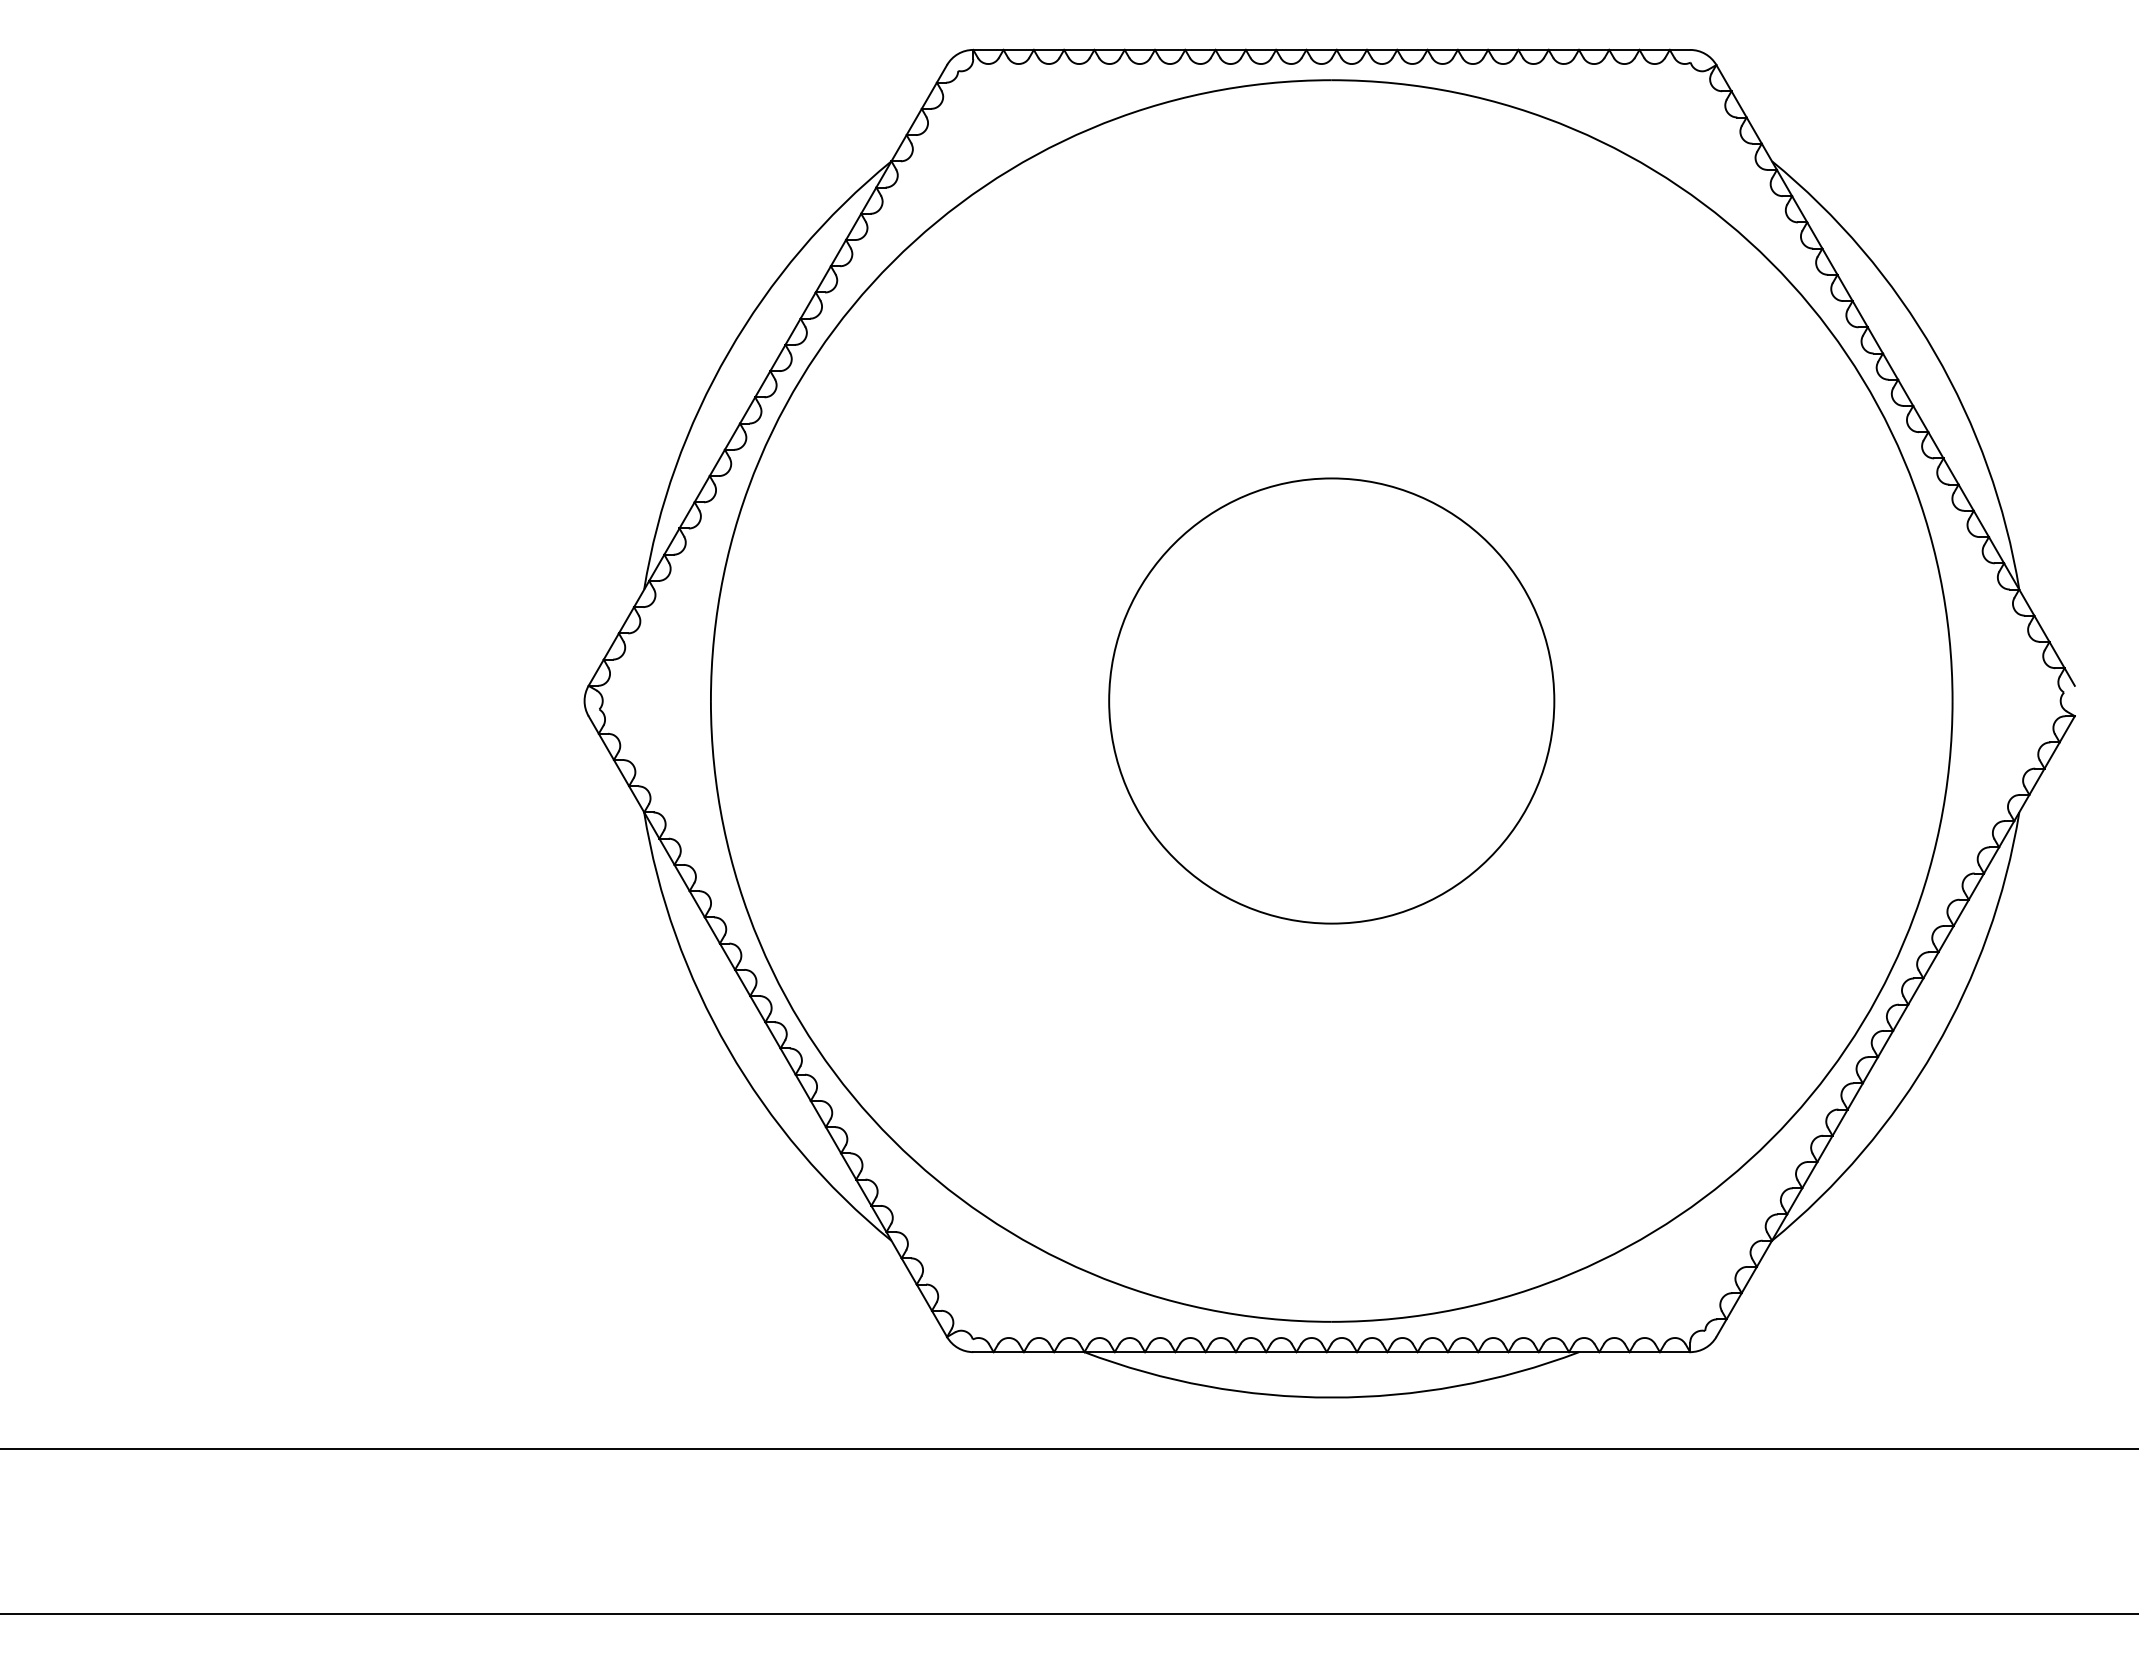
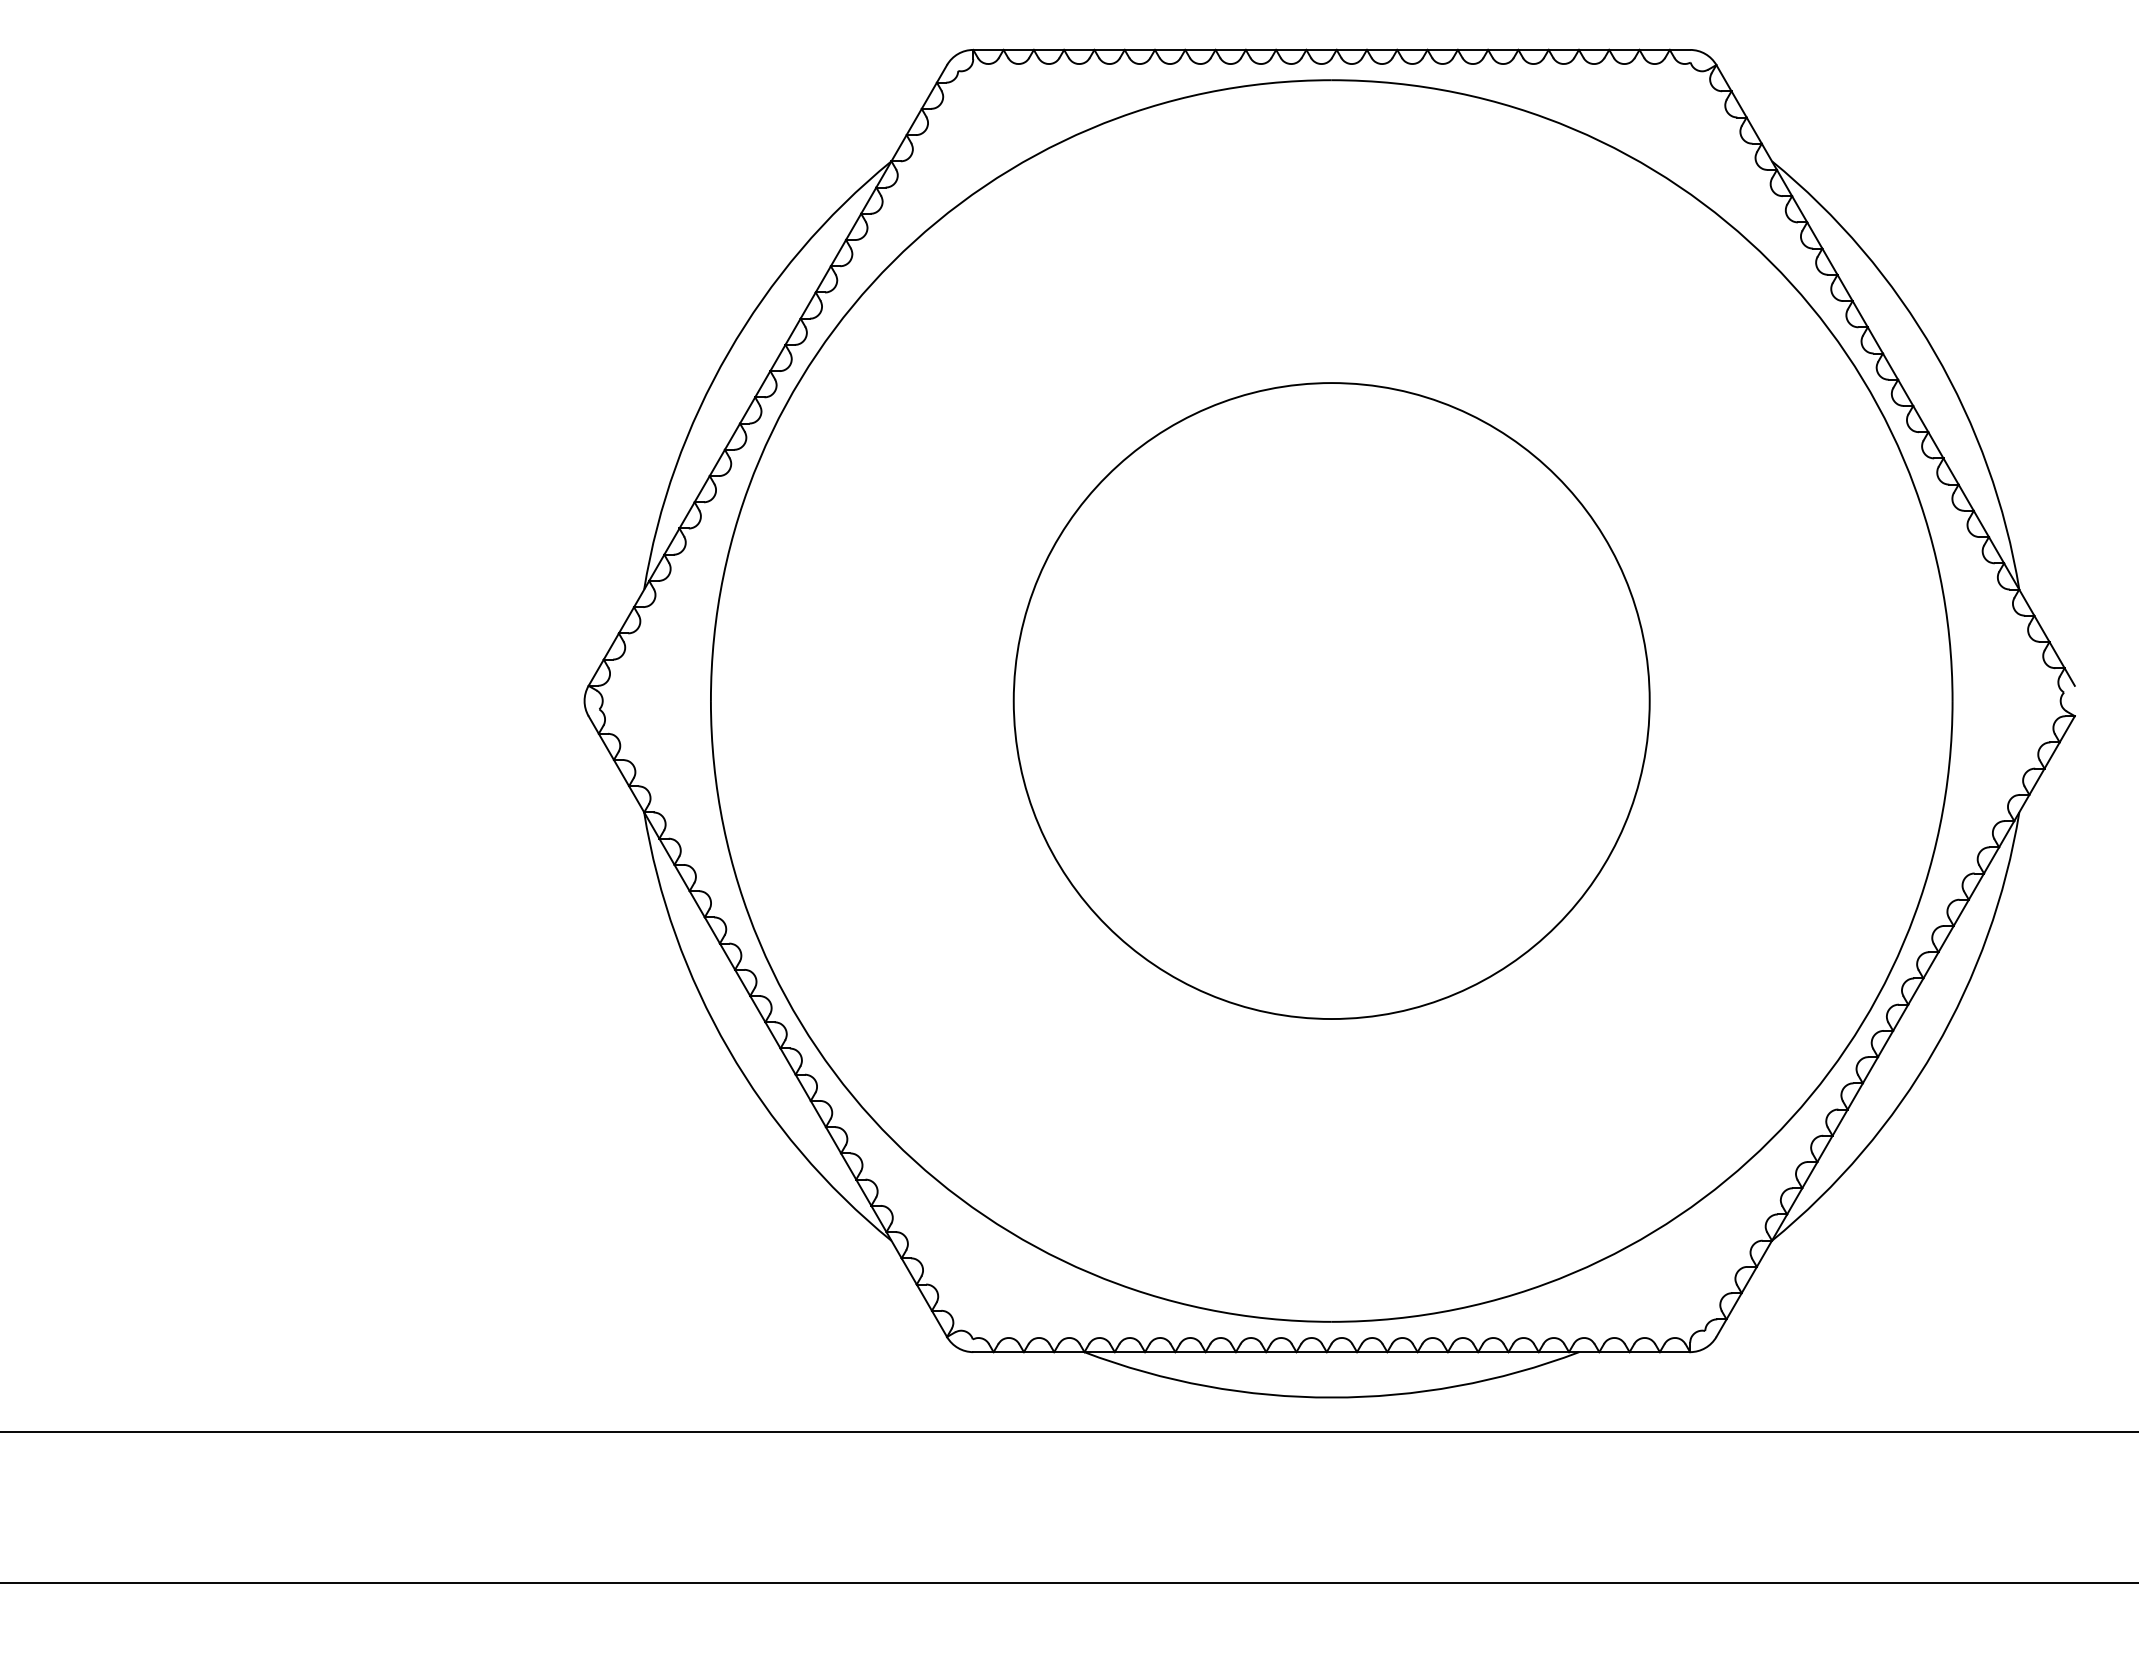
circle at (1331, 700) diameter: 445 px -> 636 px
line at (1068, 1448) position: (1068, 1448) -> (1068, 1431)
line at (1068, 1614) position: (1068, 1614) -> (1068, 1583)
